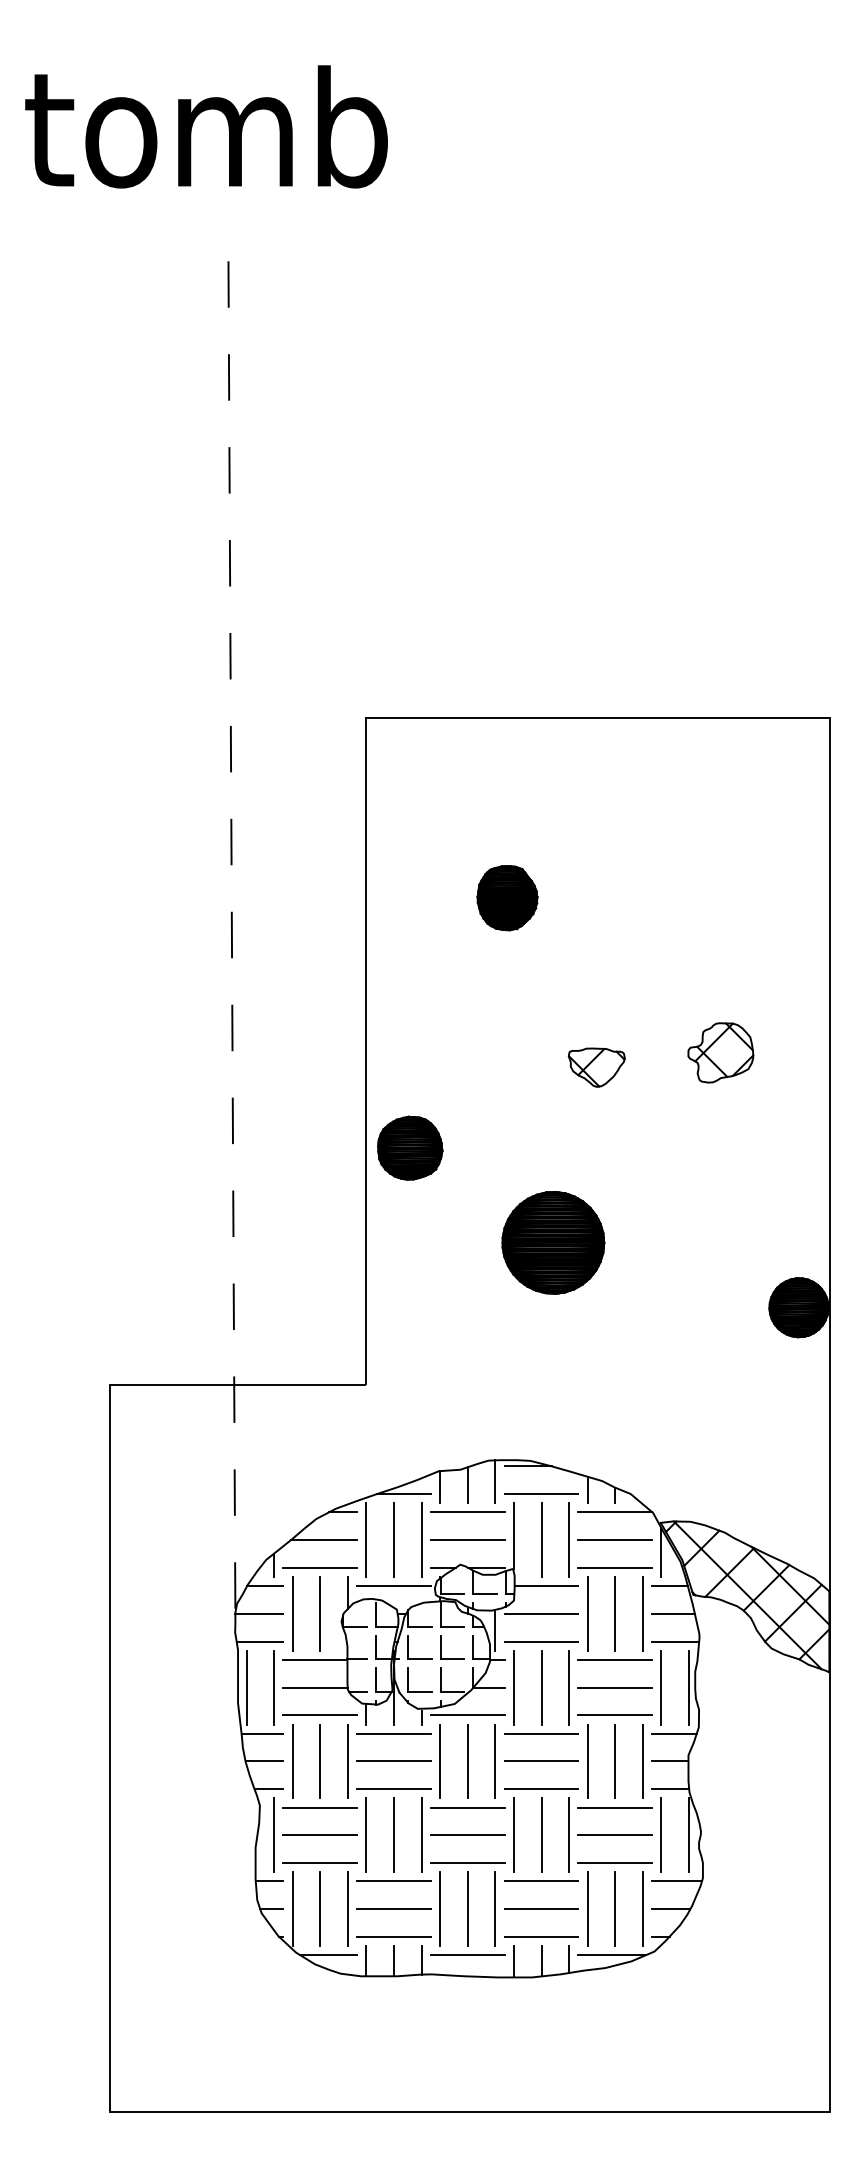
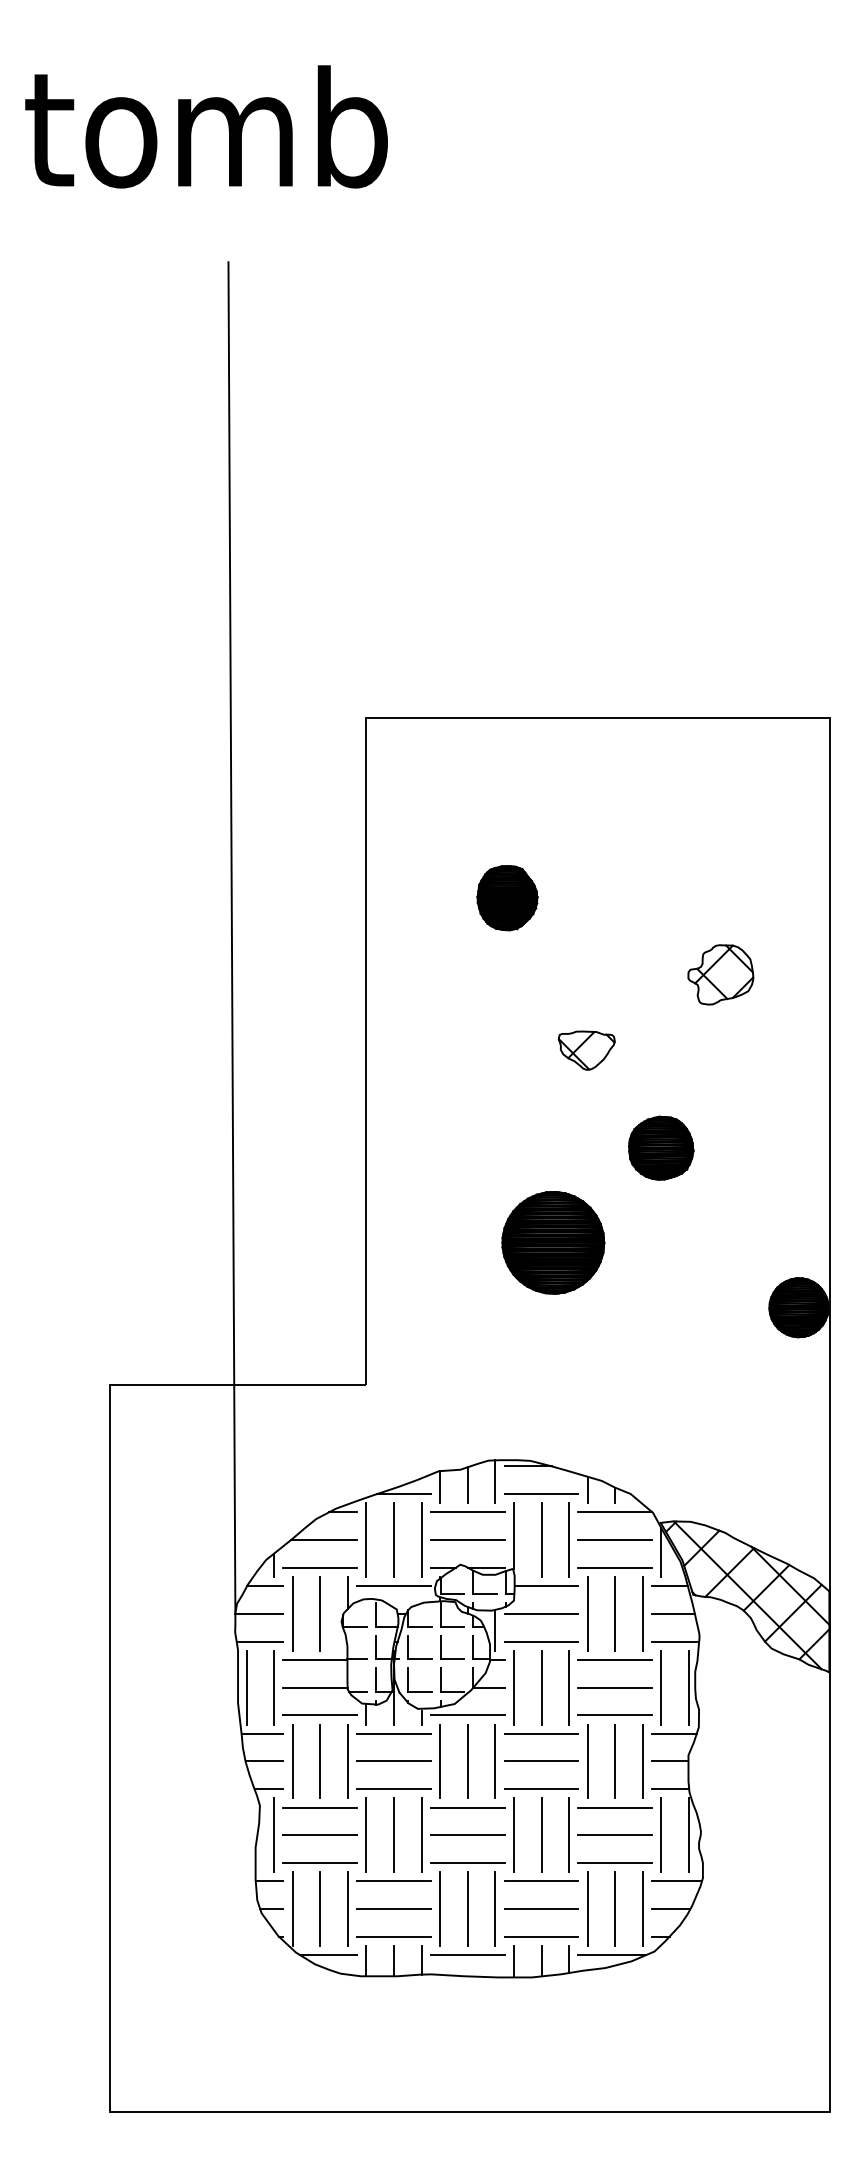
line at (231, 937): dashed -> solid
part at (720, 1052) position: (720, 1052) -> (720, 974)
part at (596, 1067) position: (596, 1067) -> (586, 1050)
part at (410, 1147) position: (410, 1147) -> (661, 1147)
